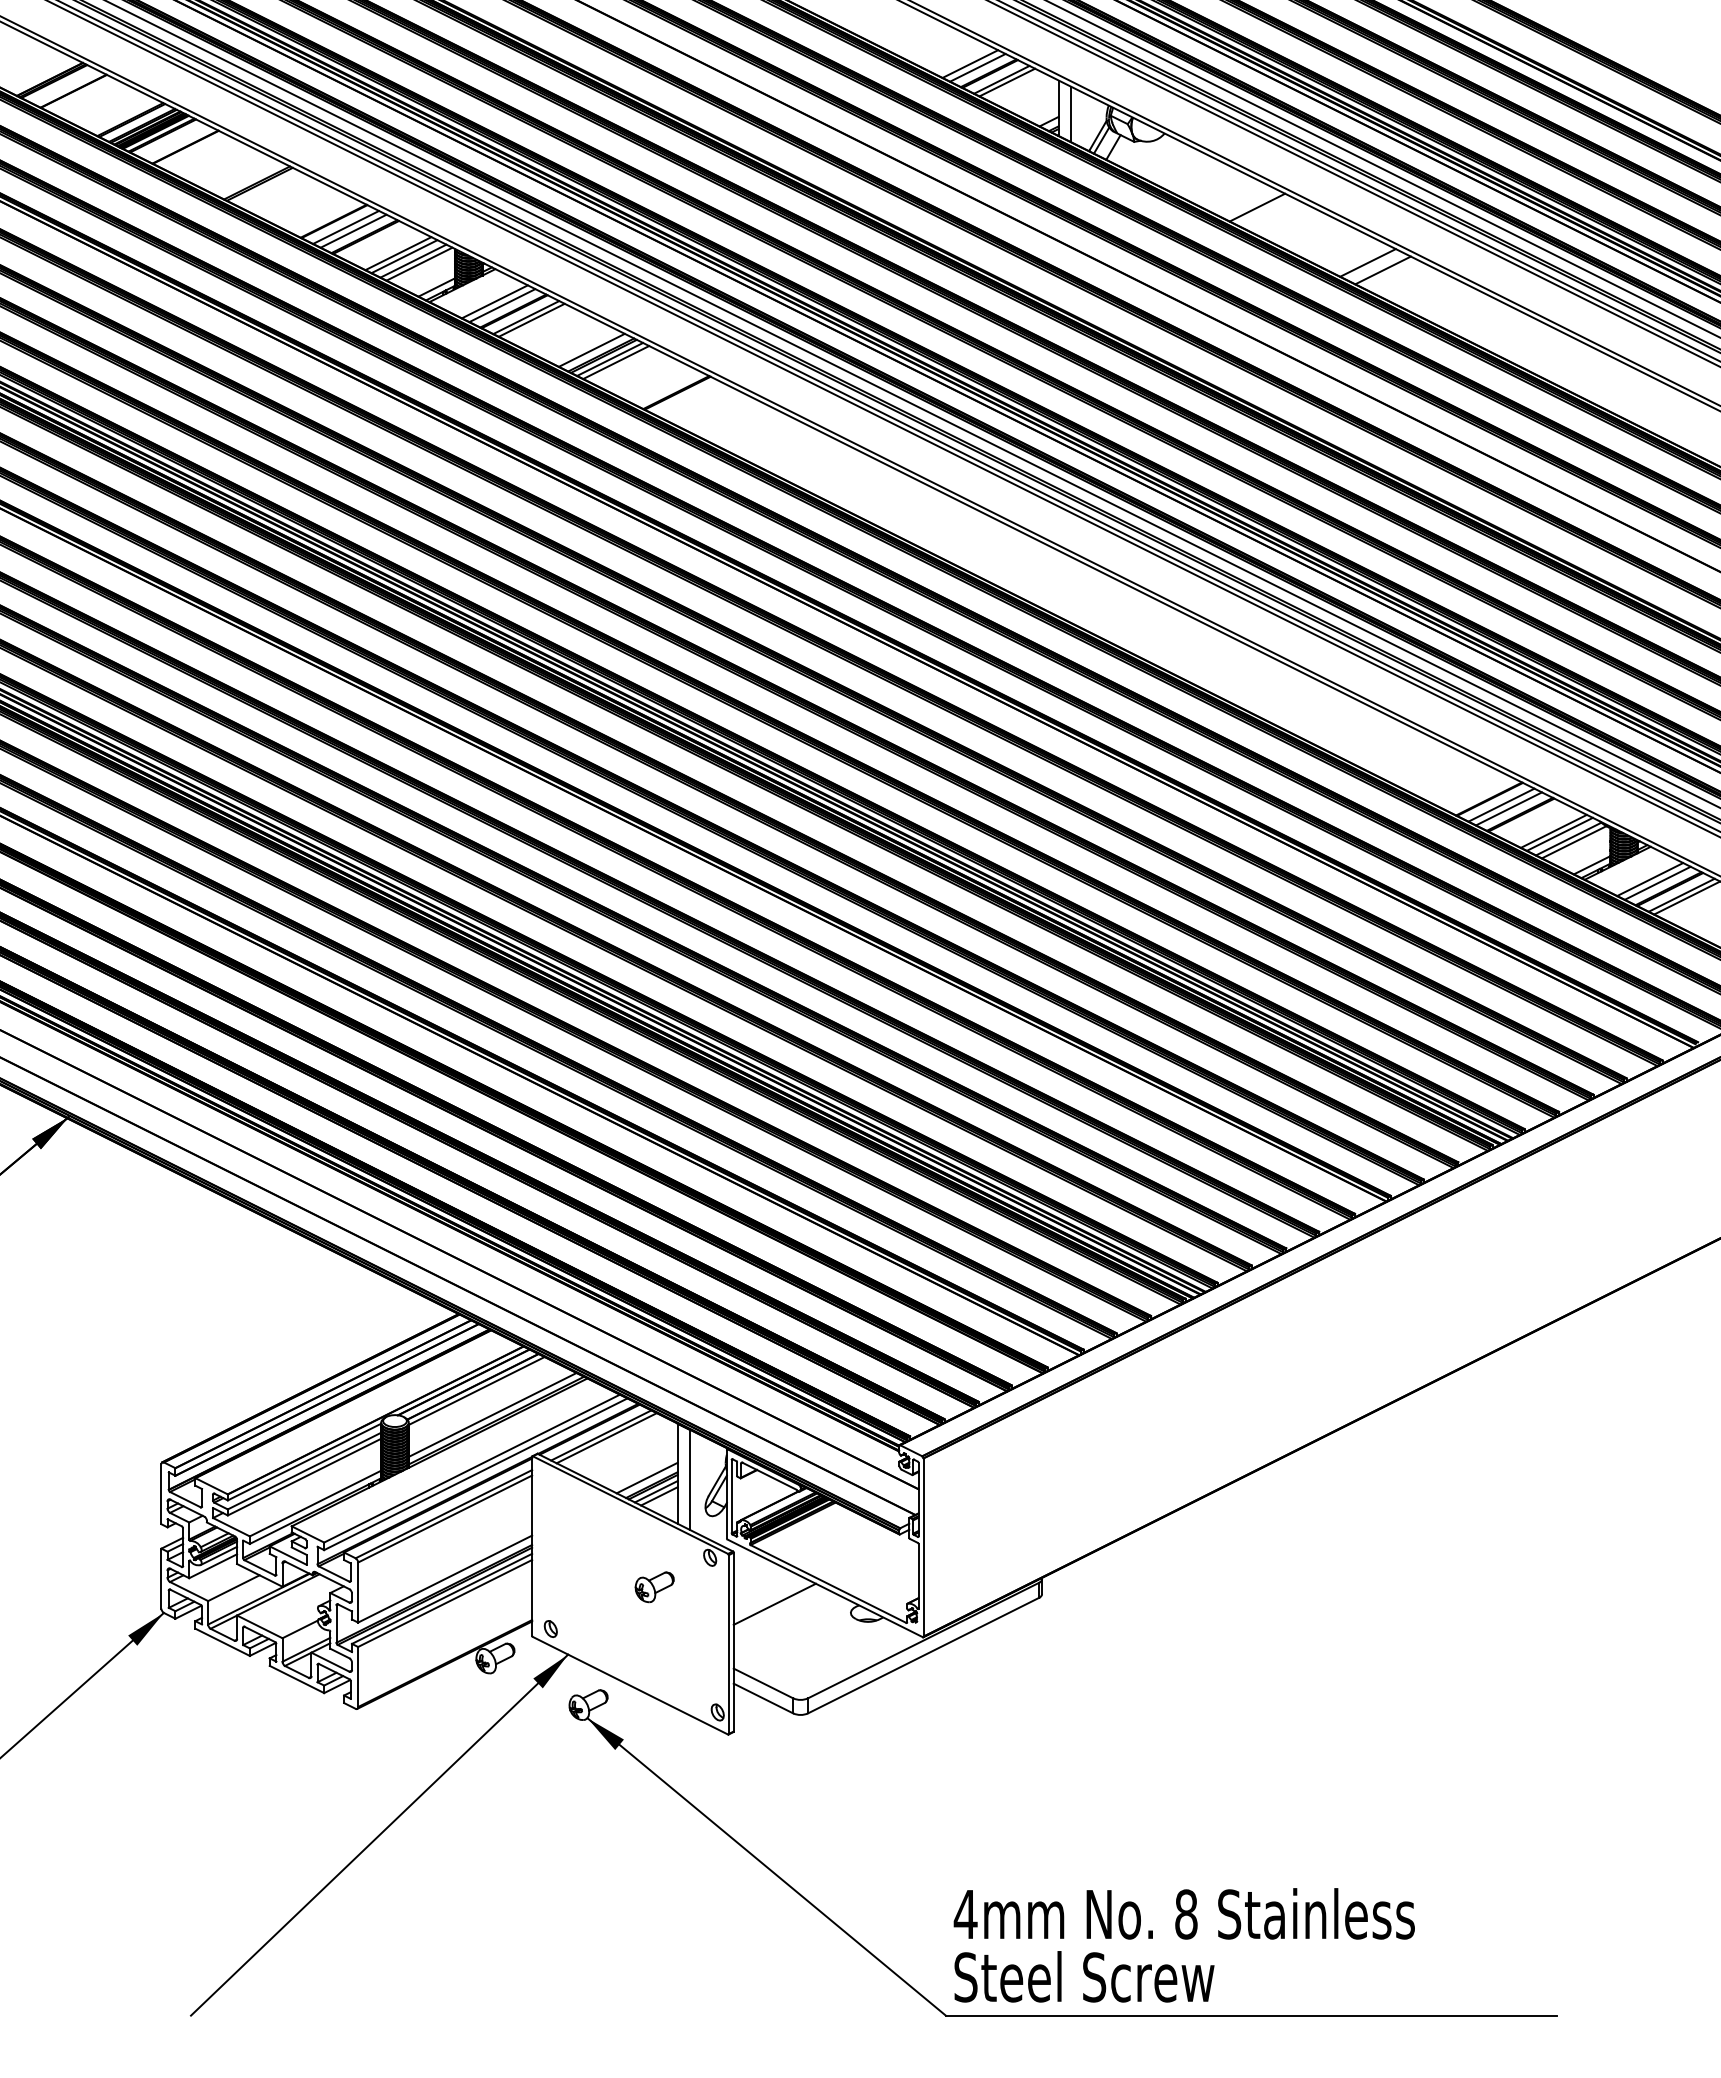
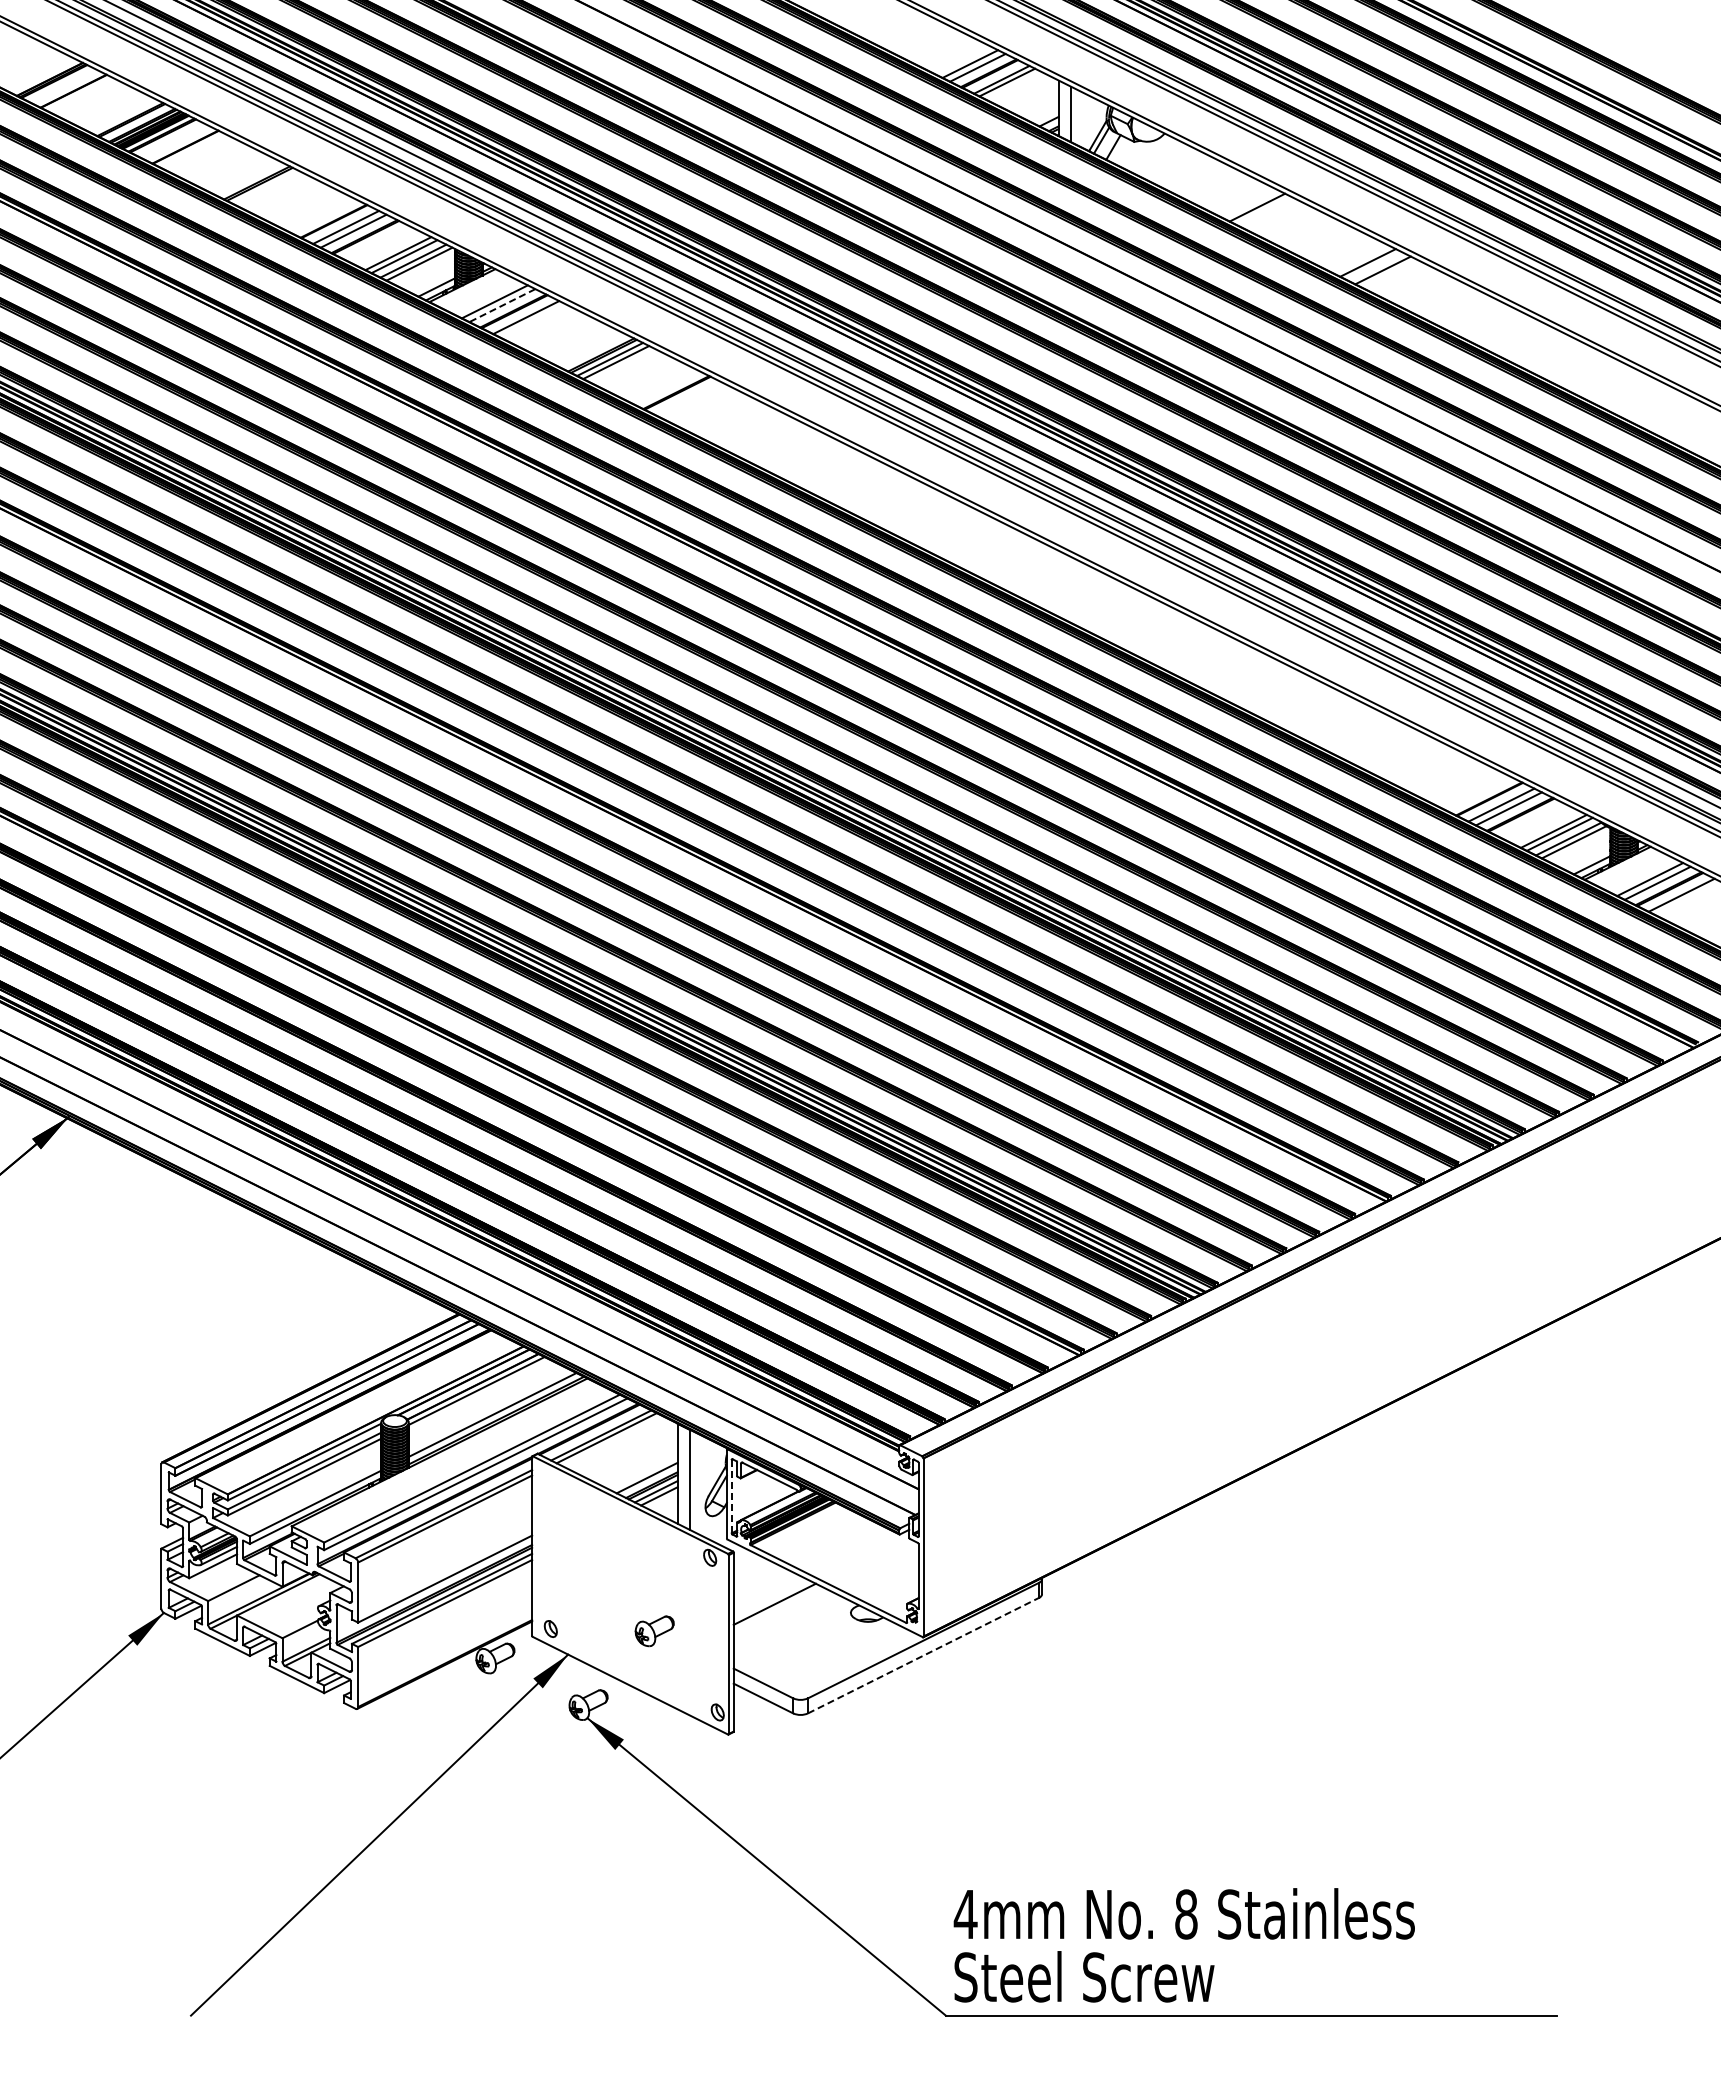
line at (1383, 169): present -> none
line at (502, 305): solid -> dashed
line at (531, 319): present -> none
line at (591, 349): present -> none
line at (1685, 898): present -> none
line at (731, 1496): solid -> dashed
part at (654, 1587) position: (654, 1587) -> (654, 1631)
line at (923, 1655): solid -> dashed
